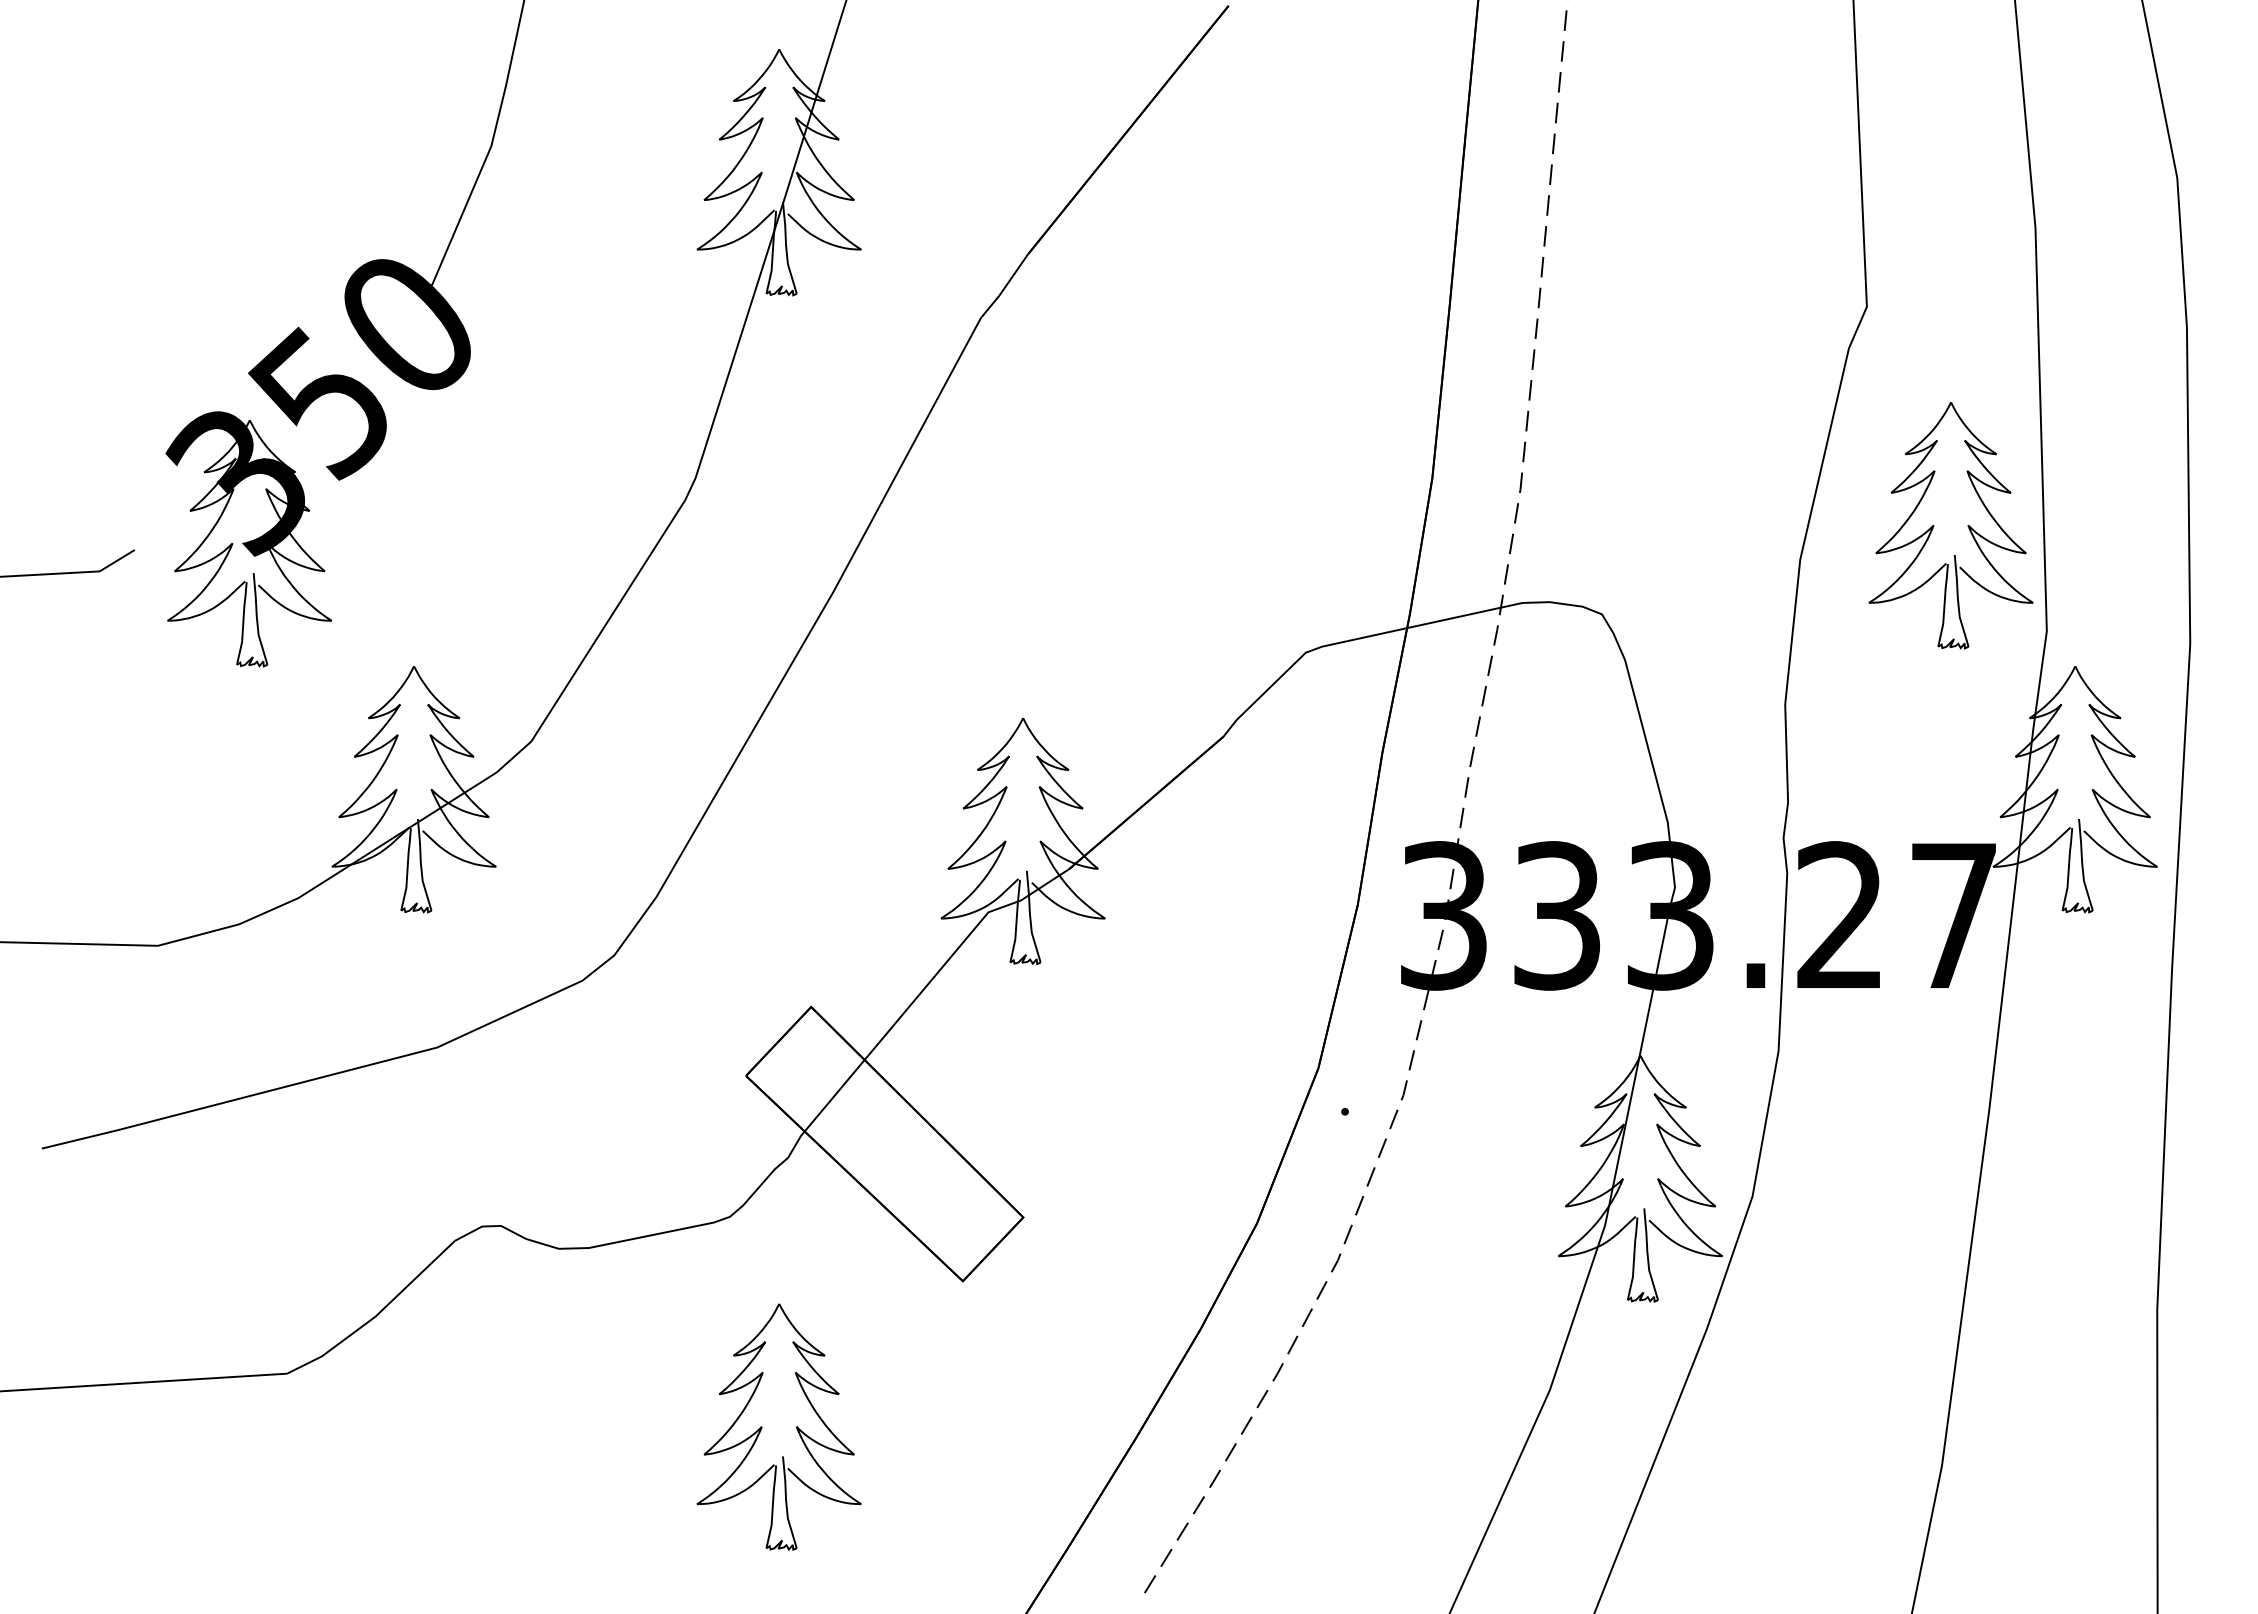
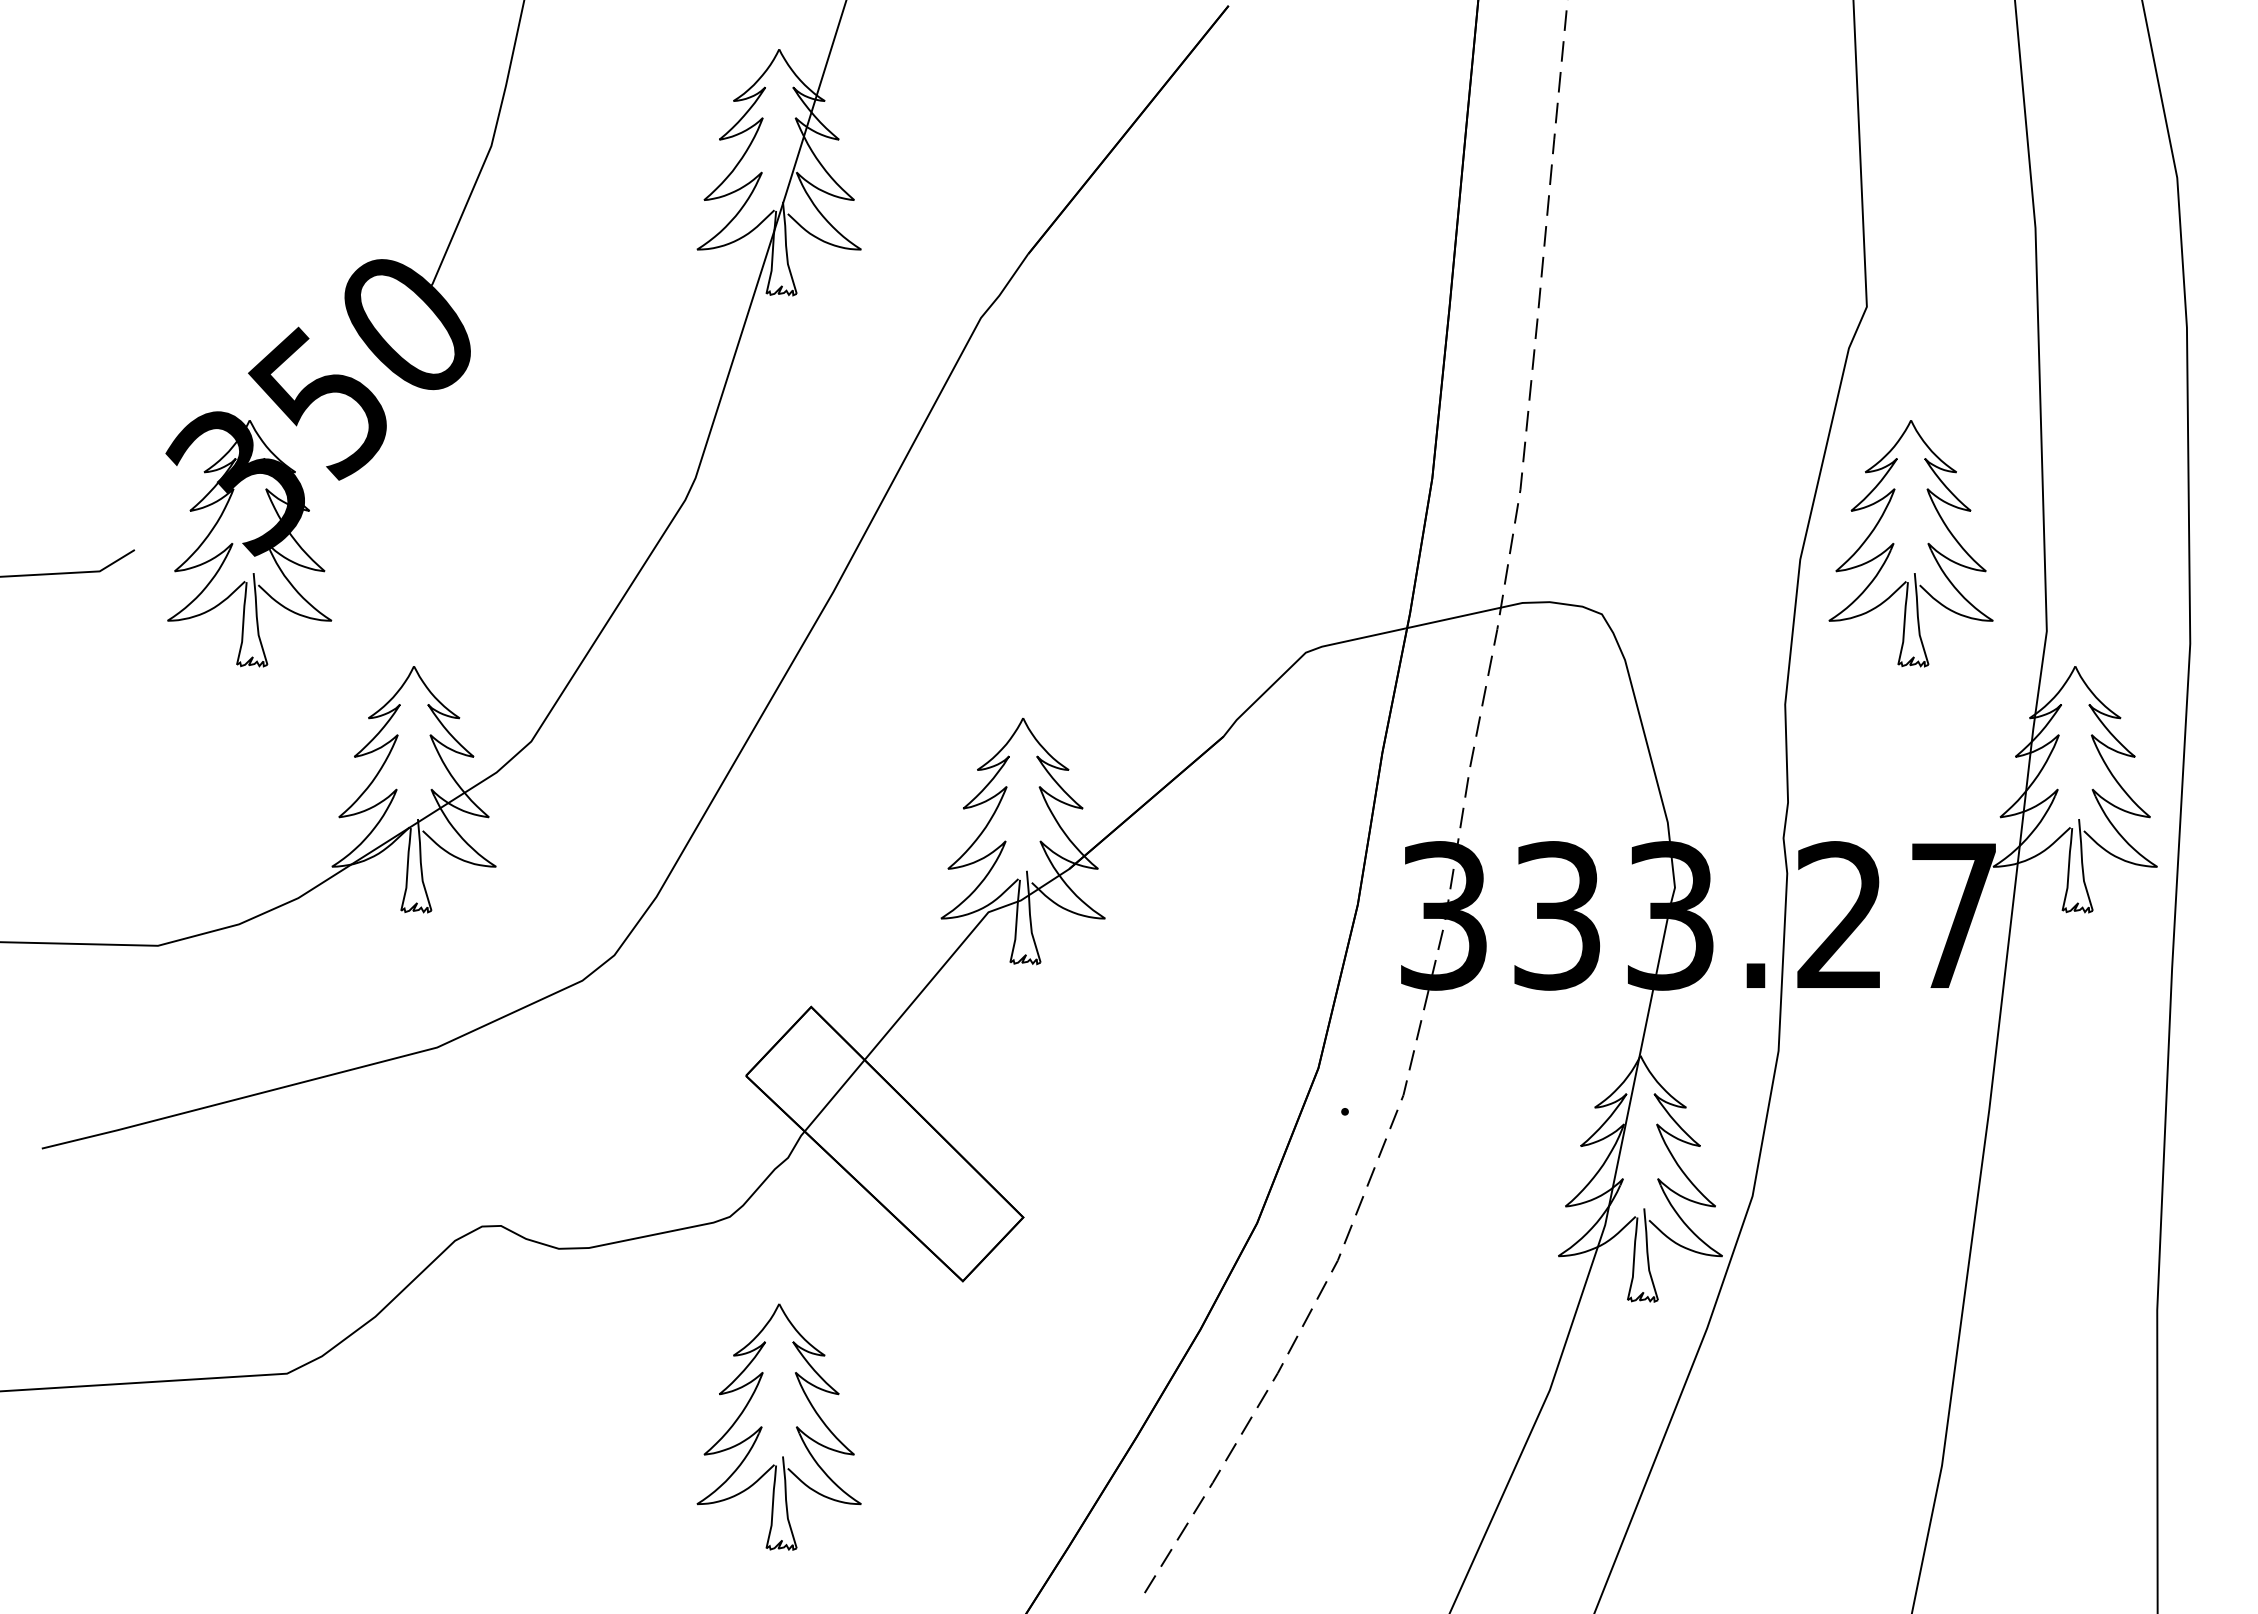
part at (1934, 525) position: (1934, 525) -> (1894, 543)
